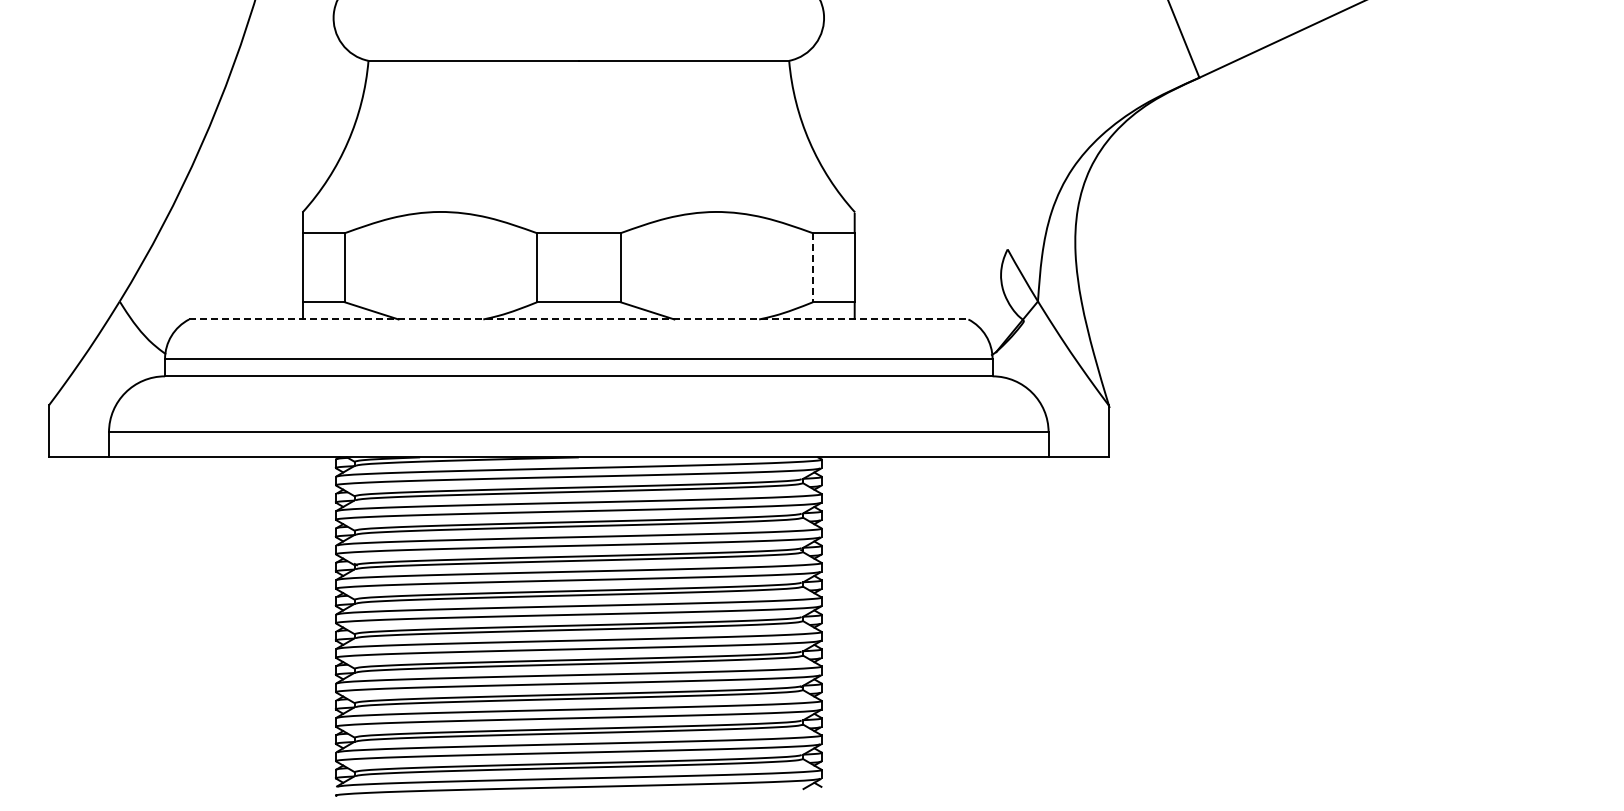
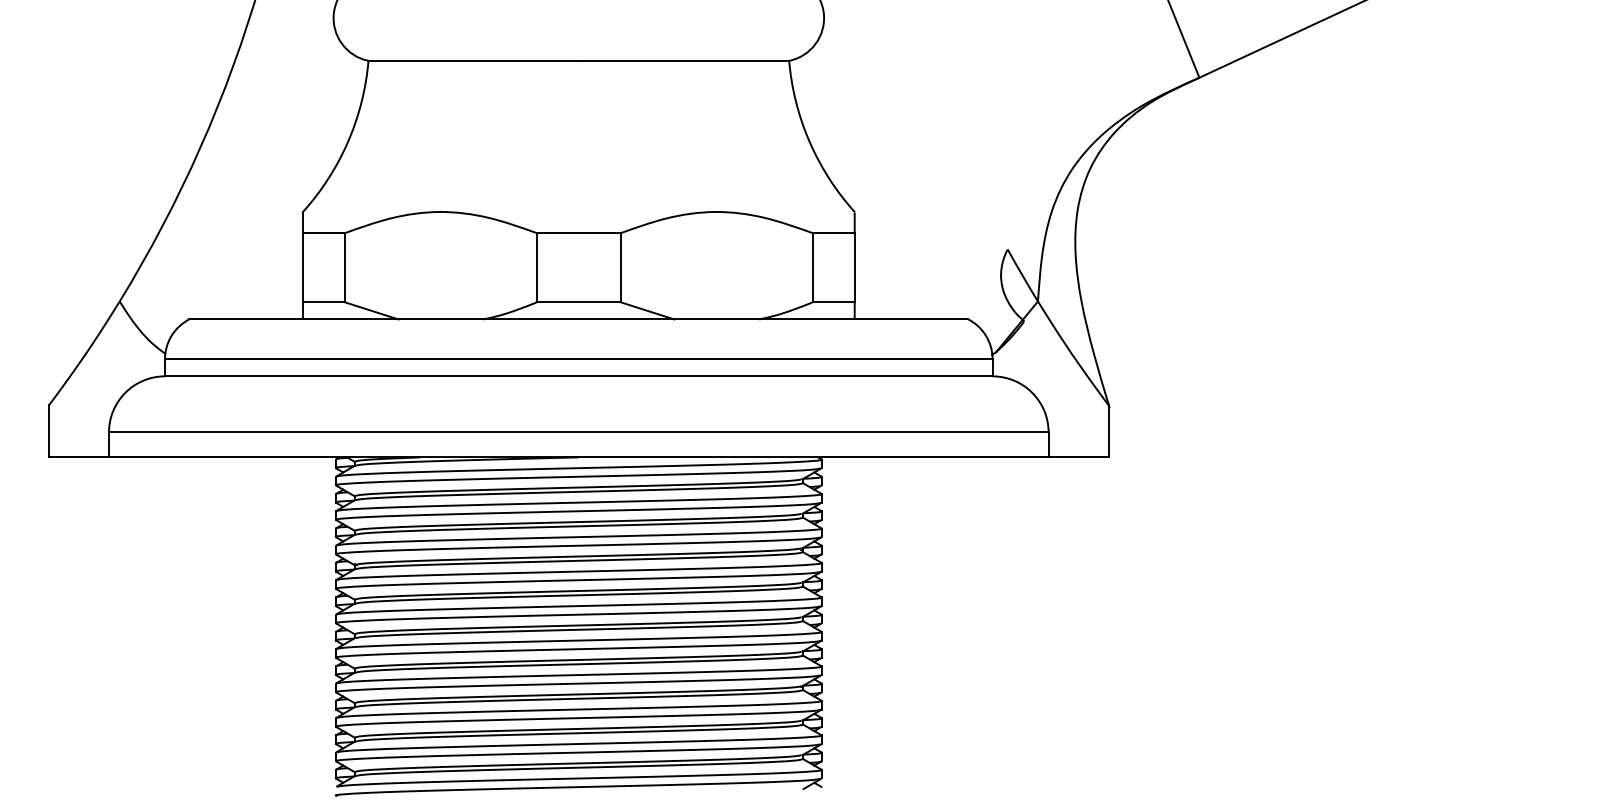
line at (813, 268): dashed -> solid
line at (578, 319): dashed -> solid
